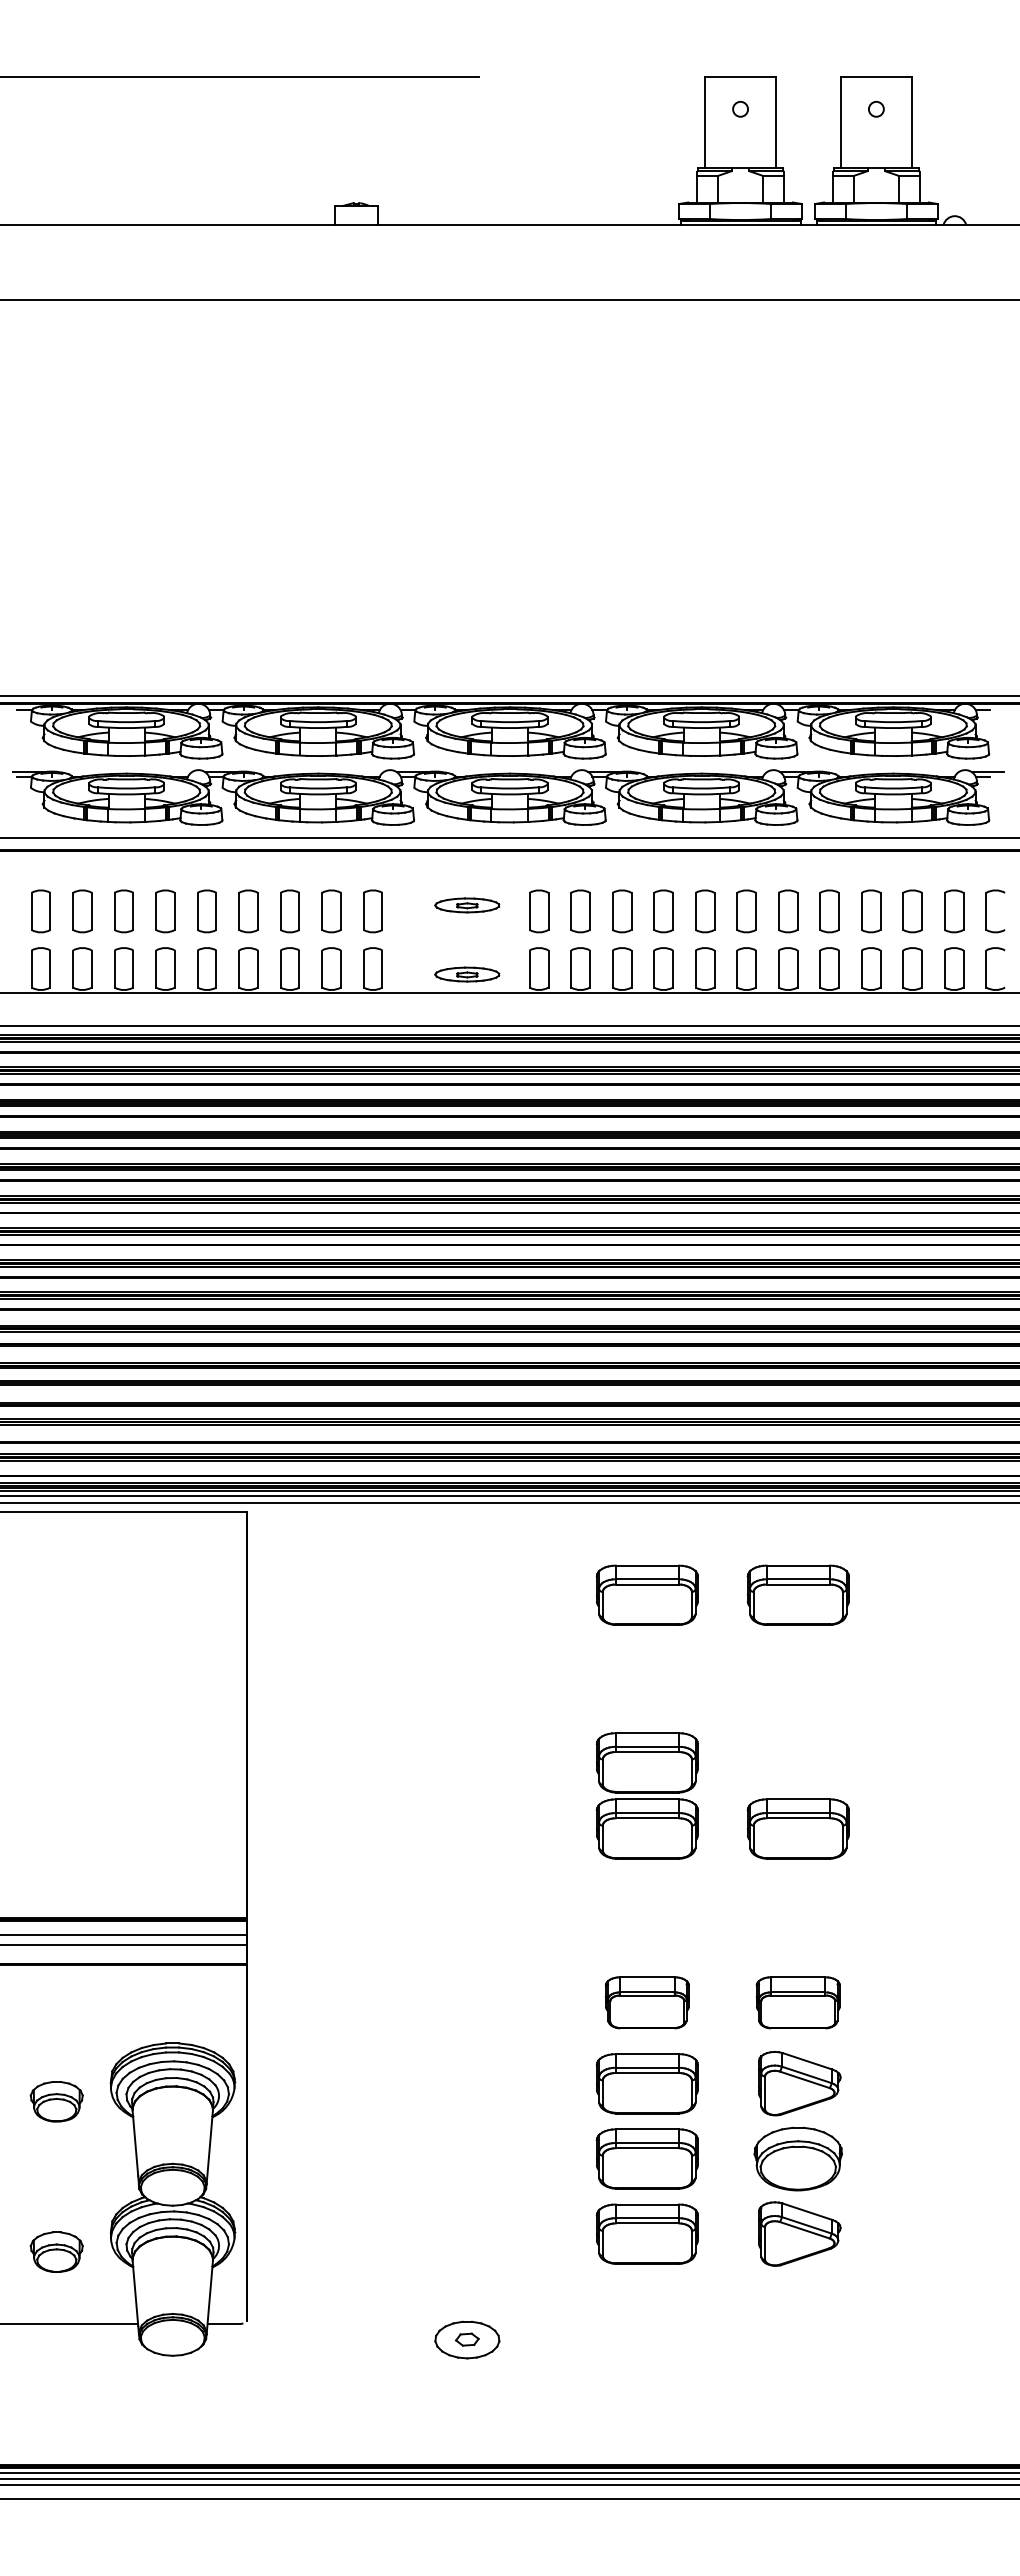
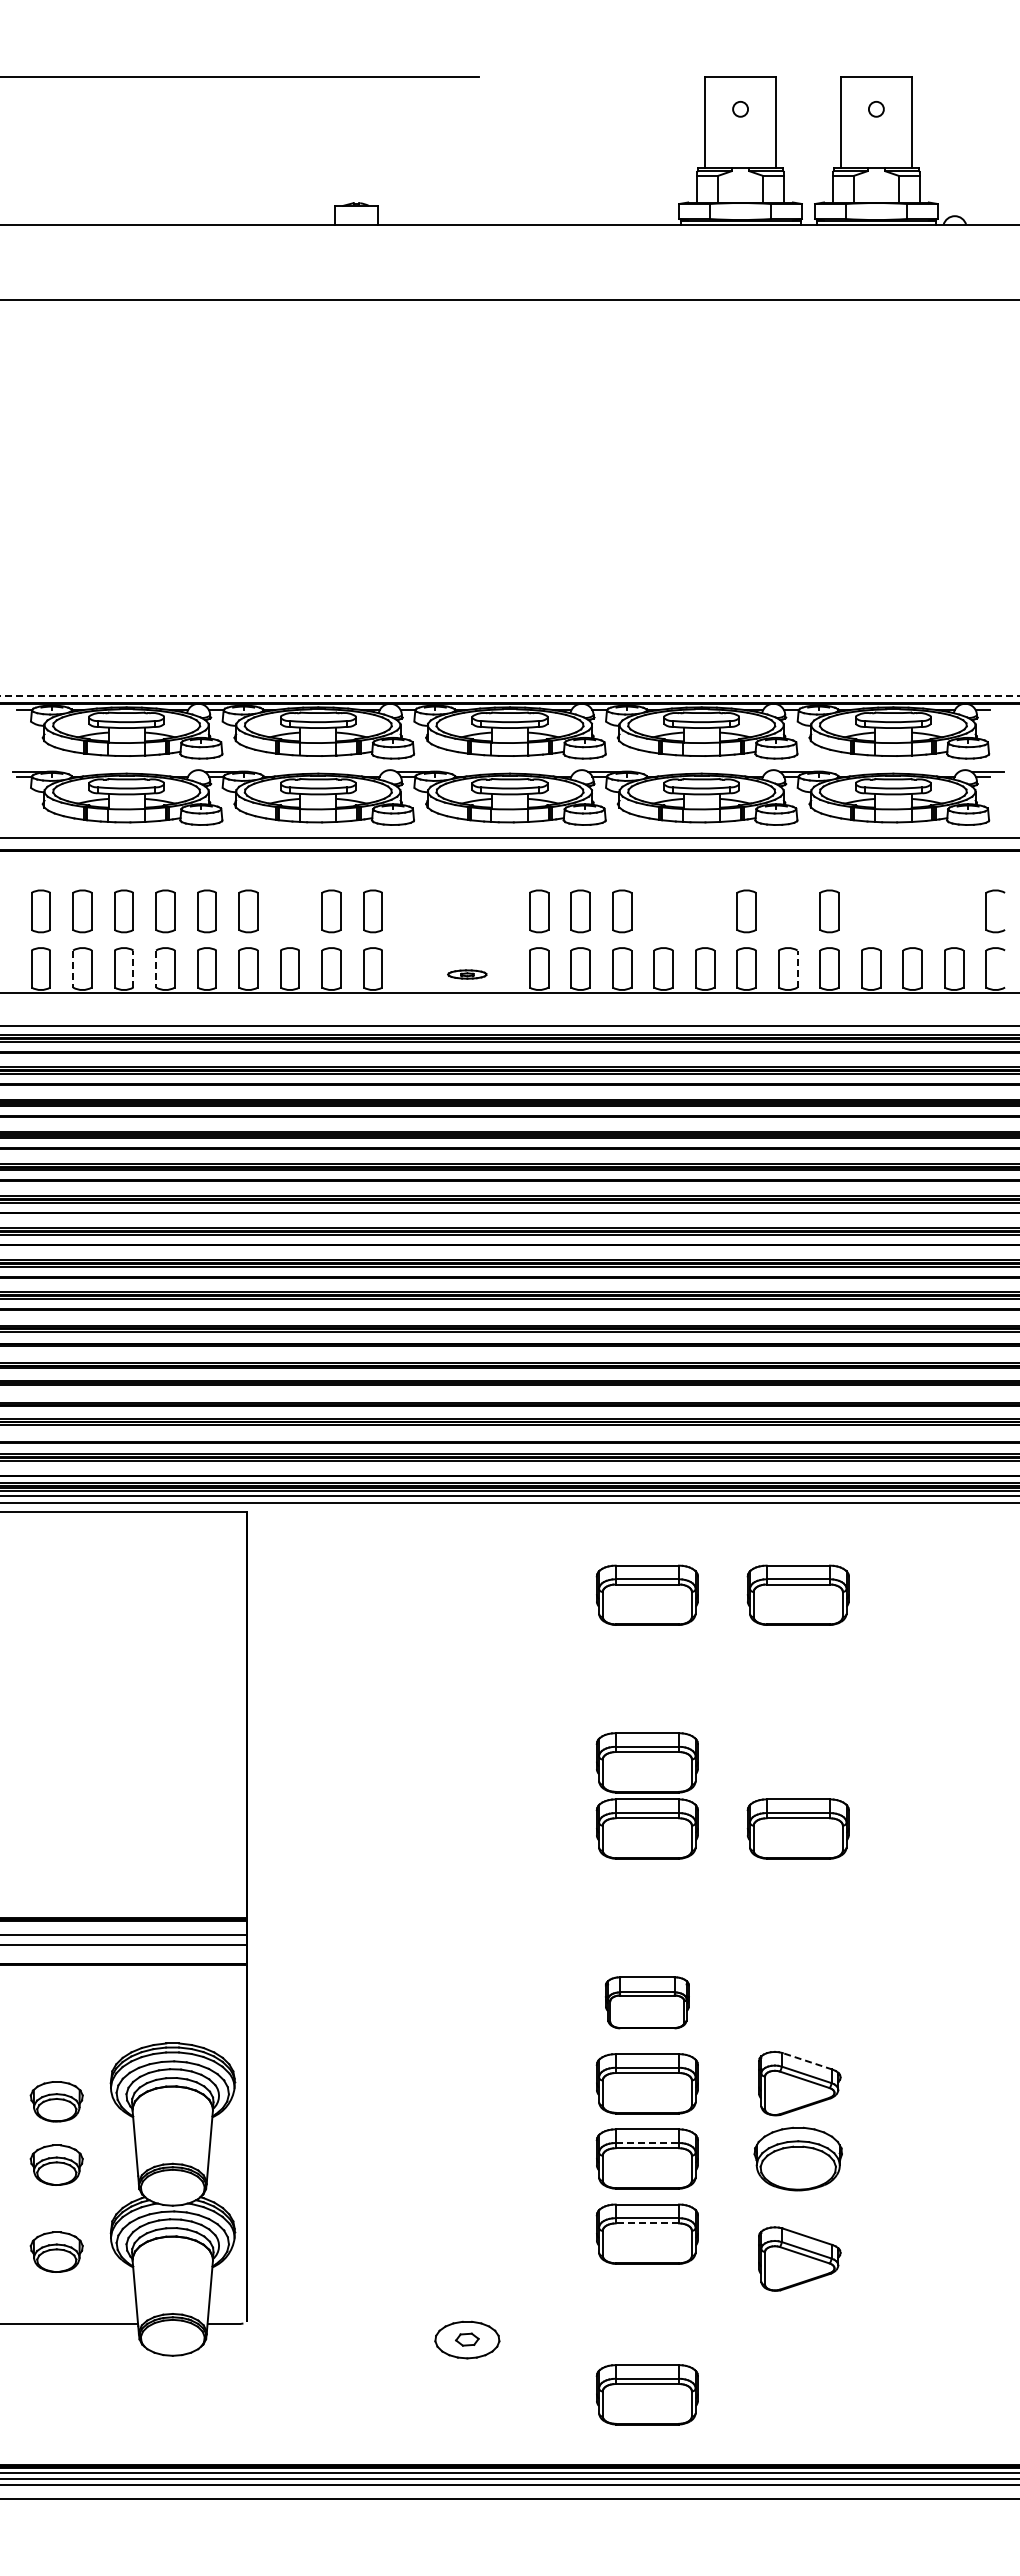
line at (509, 695): solid -> dashed
part at (467, 905): present -> none
part at (289, 911): present -> none
part at (663, 911): present -> none
part at (705, 911): present -> none
part at (788, 911): present -> none
part at (871, 911): present -> none
part at (912, 911): present -> none
part at (954, 911): present -> none
line at (73, 969): solid -> dashed
line at (133, 969): solid -> dashed
line at (156, 969): solid -> dashed
line at (797, 969): solid -> dashed
part at (467, 974) size: 67x17 px -> 41x11 px
part at (797, 2002): present -> none
line at (807, 2061): solid -> dashed
line at (647, 2143): solid -> dashed
part at (56, 2164): none -> present
line at (647, 2223): solid -> dashed
part at (799, 2233) position: (799, 2233) -> (799, 2258)
part at (646, 2394): none -> present
